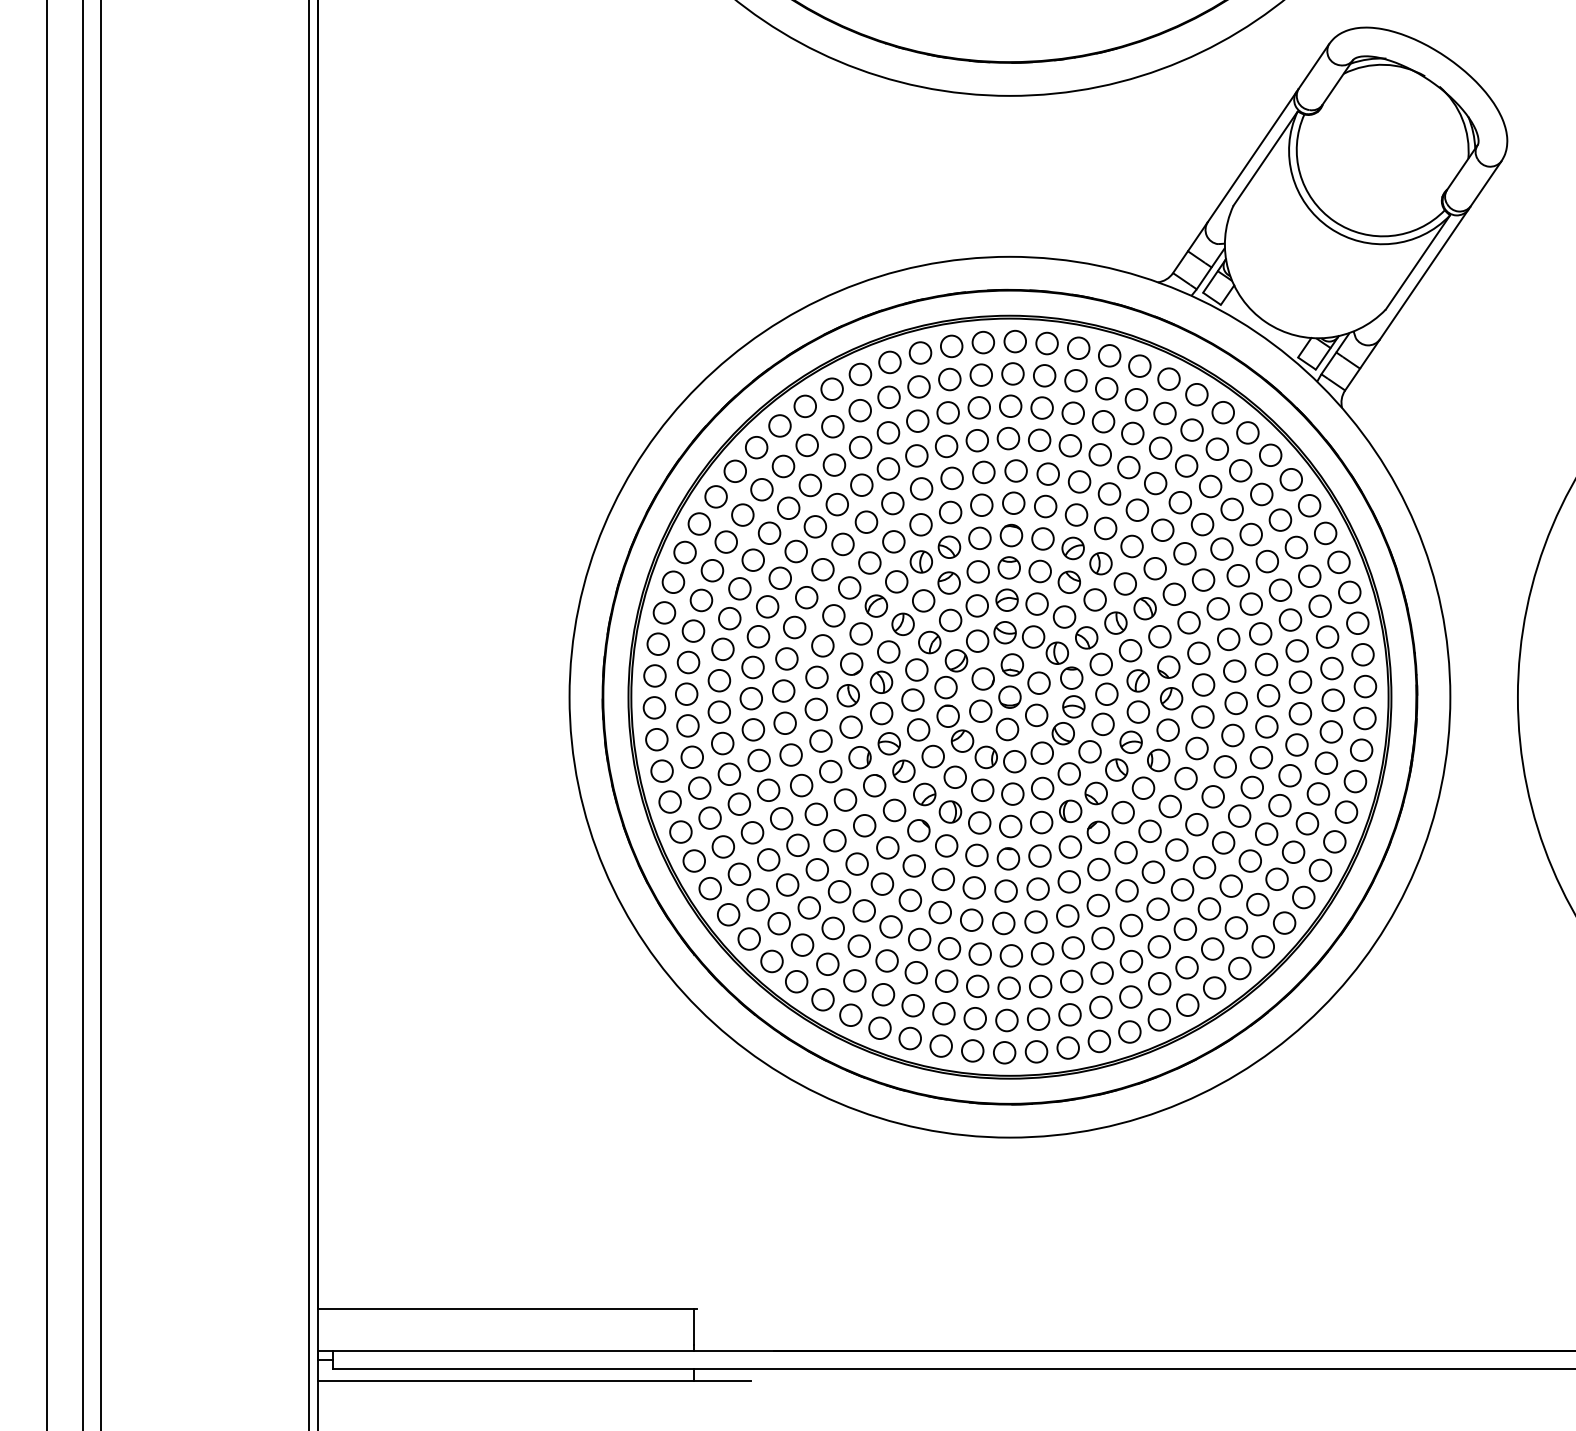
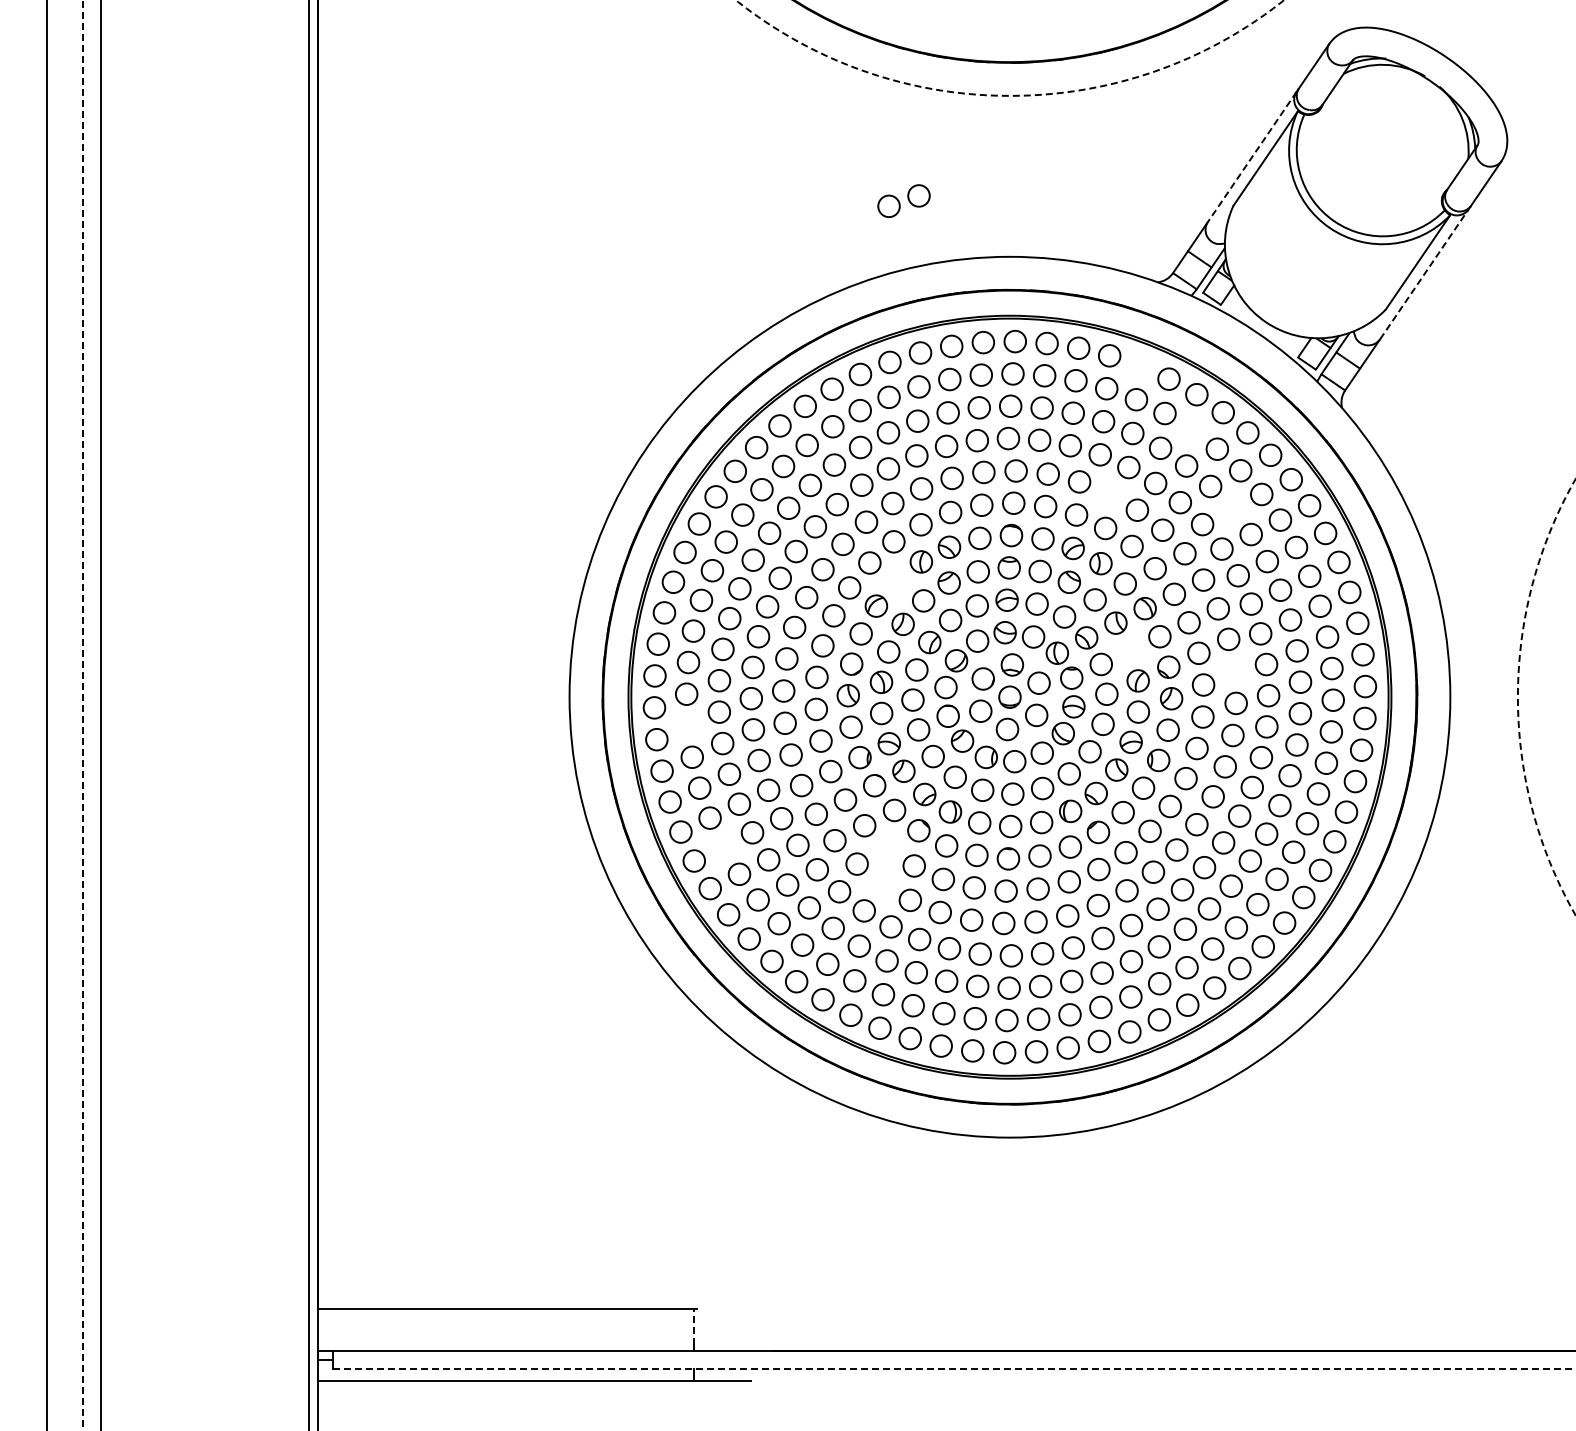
circle at (1009, 47): solid -> dashed
line at (1252, 156): solid -> dashed
part at (903, 200): none -> present
line at (1424, 274): solid -> dashed
circle at (1139, 365): present -> none
circle at (1191, 429): present -> none
circle at (1109, 493): present -> none
circle at (1231, 509): present -> none
circle at (896, 581): present -> none
circle at (1130, 650): present -> none
circle at (1234, 670): present -> none
circle at (1546, 696): solid -> dashed
line at (83, 715): solid -> dashed
circle at (687, 725): present -> none
circle at (722, 846): present -> none
circle at (887, 847): present -> none
circle at (882, 883): present -> none
line at (693, 1326): solid -> dashed
line at (954, 1369): solid -> dashed
